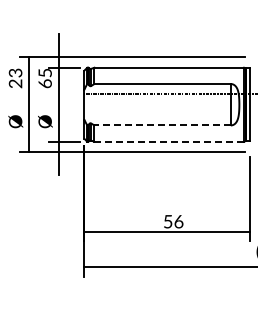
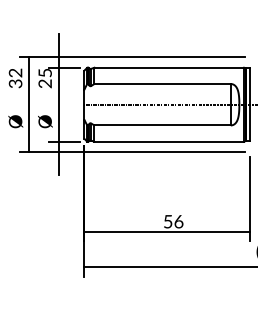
text at (17, 78): 23 -> 32
text at (44, 83): 65 -> 25
line at (169, 93) position: (169, 93) -> (169, 104)
line at (162, 125): dashed -> solid
line at (169, 141): dashed -> solid
